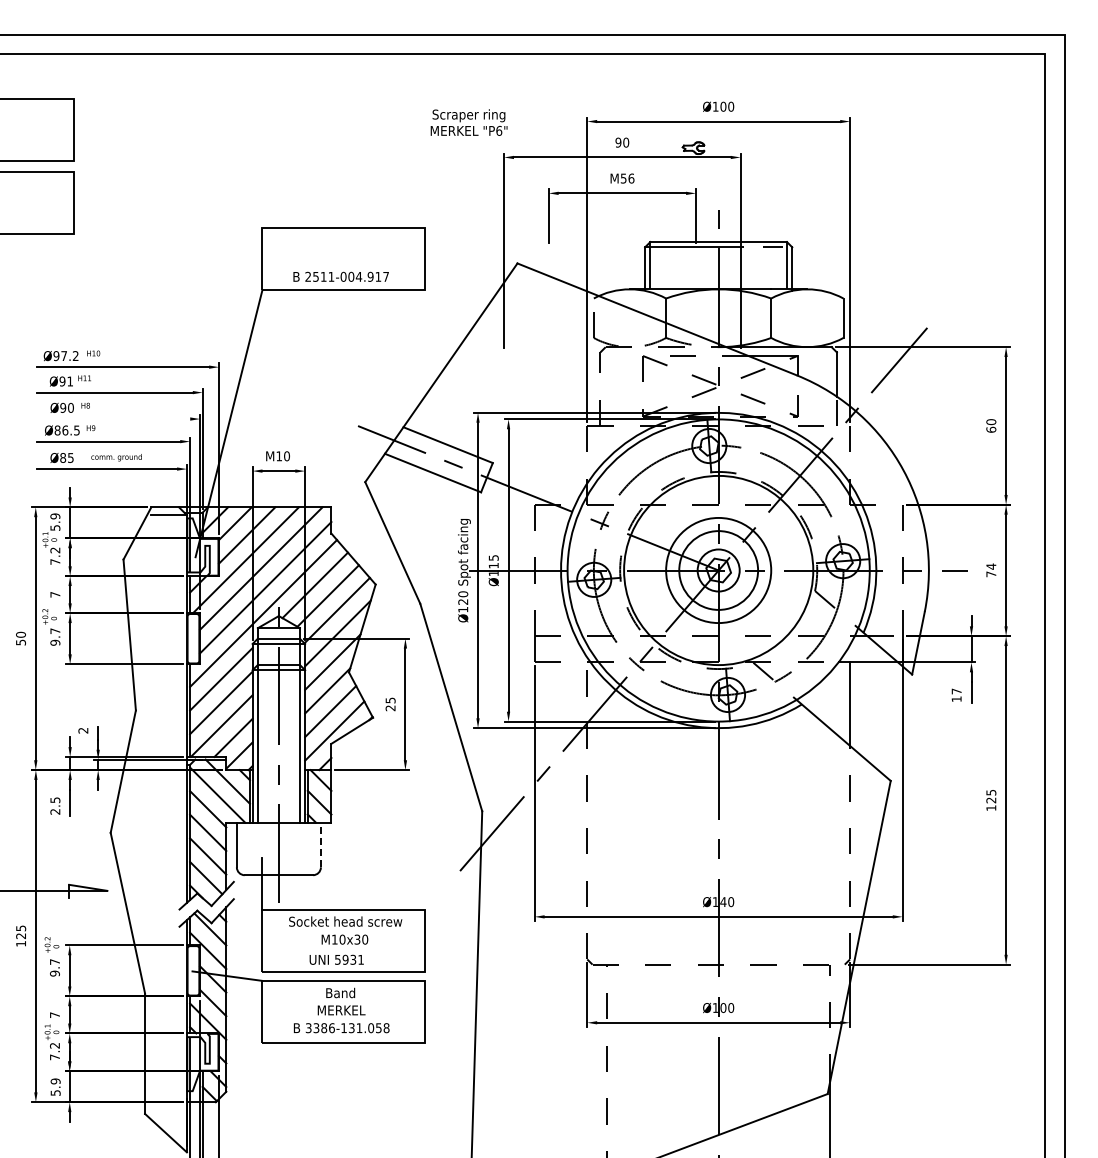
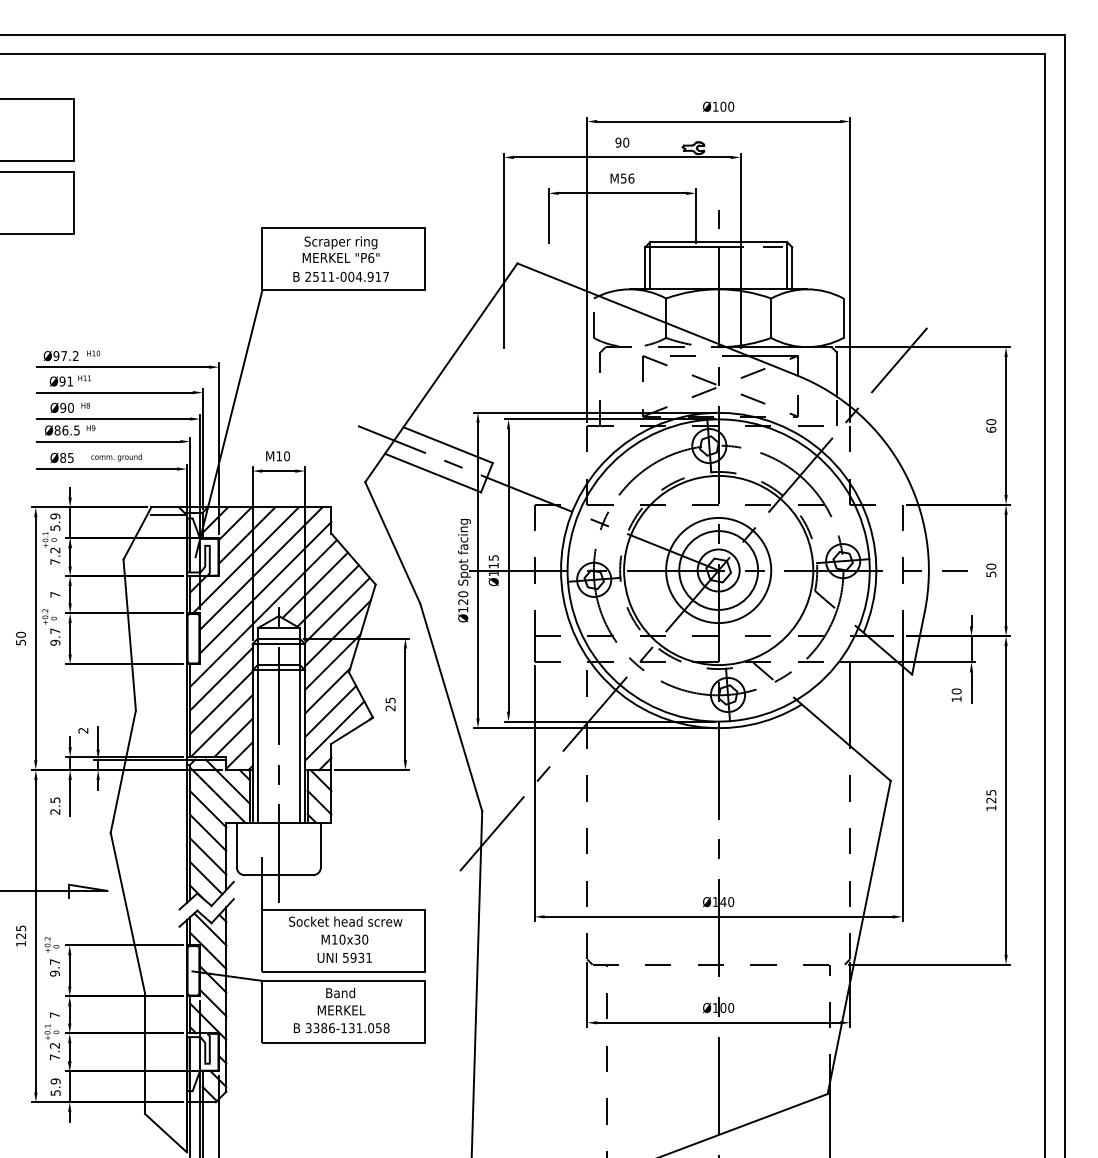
text at (468, 122) position: (468, 122) -> (340, 249)
line at (113, 419): none -> present
text at (991, 570): 74 -> 50
text at (956, 691): 17 -> 10
line at (320, 844): dashed -> solid
text at (336, 959) position: (336, 959) -> (344, 957)
